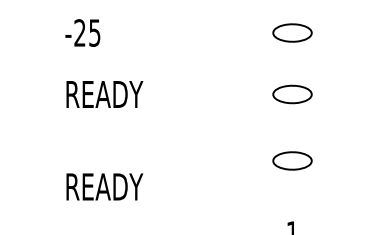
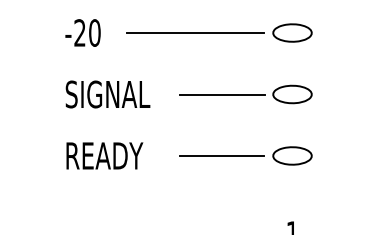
text at (94, 32): -25 -> -20
line at (195, 33): none -> present
text at (107, 94): READY -> SIGNAL
line at (222, 94): none -> present
line at (222, 155): none -> present
part at (292, 160) position: (292, 160) -> (292, 155)
text at (104, 186) position: (104, 186) -> (104, 155)
